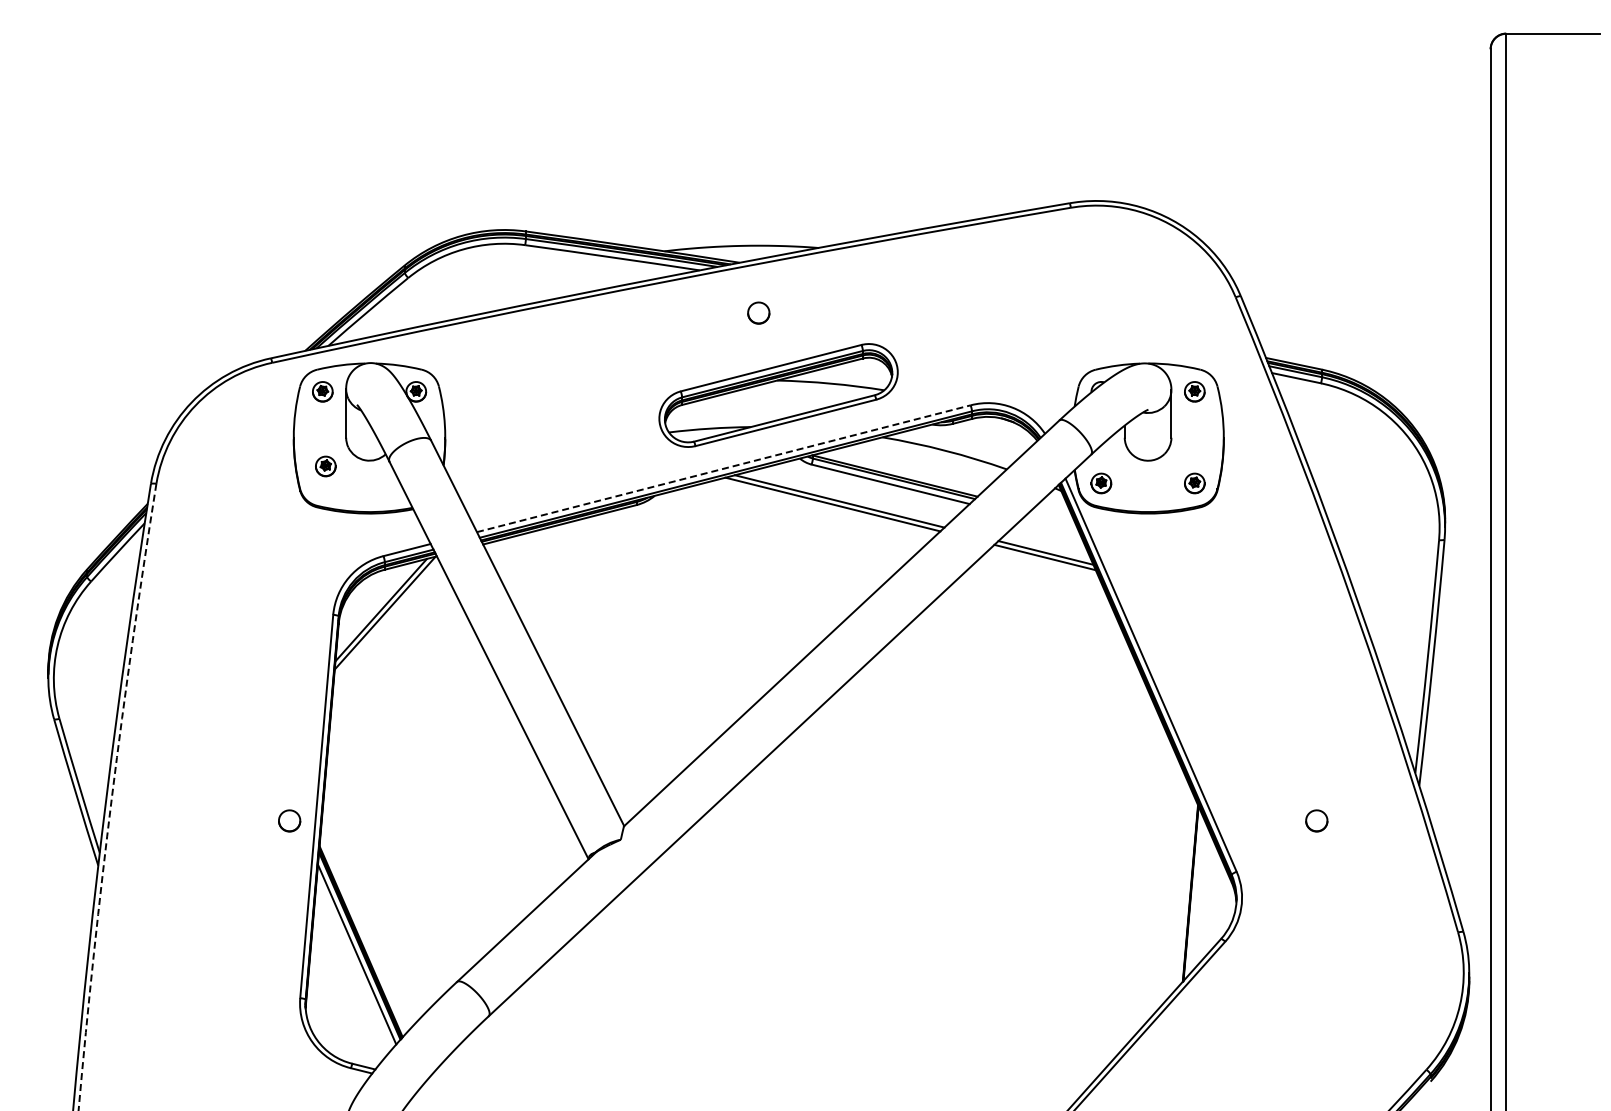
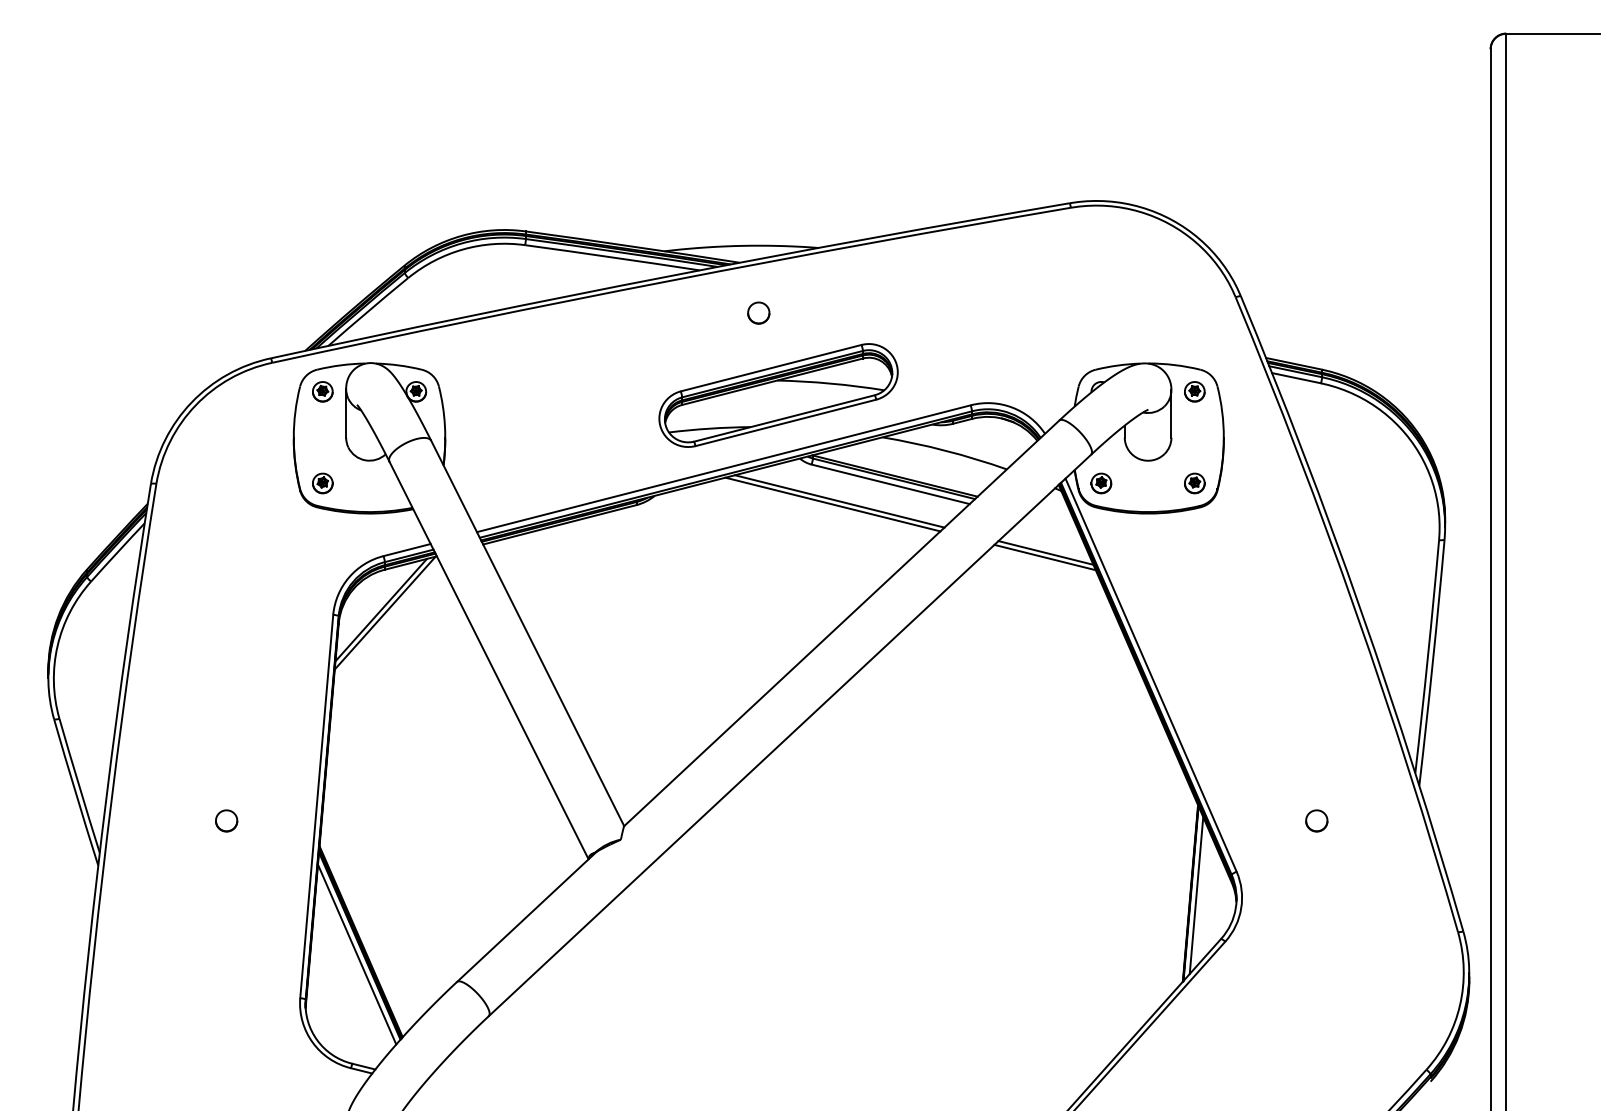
part at (325, 466) position: (325, 466) -> (322, 483)
line at (723, 468): dashed -> solid
arc at (112, 796): dashed -> solid
part at (289, 820) position: (289, 820) -> (226, 820)
line at (1196, 895): none -> present
